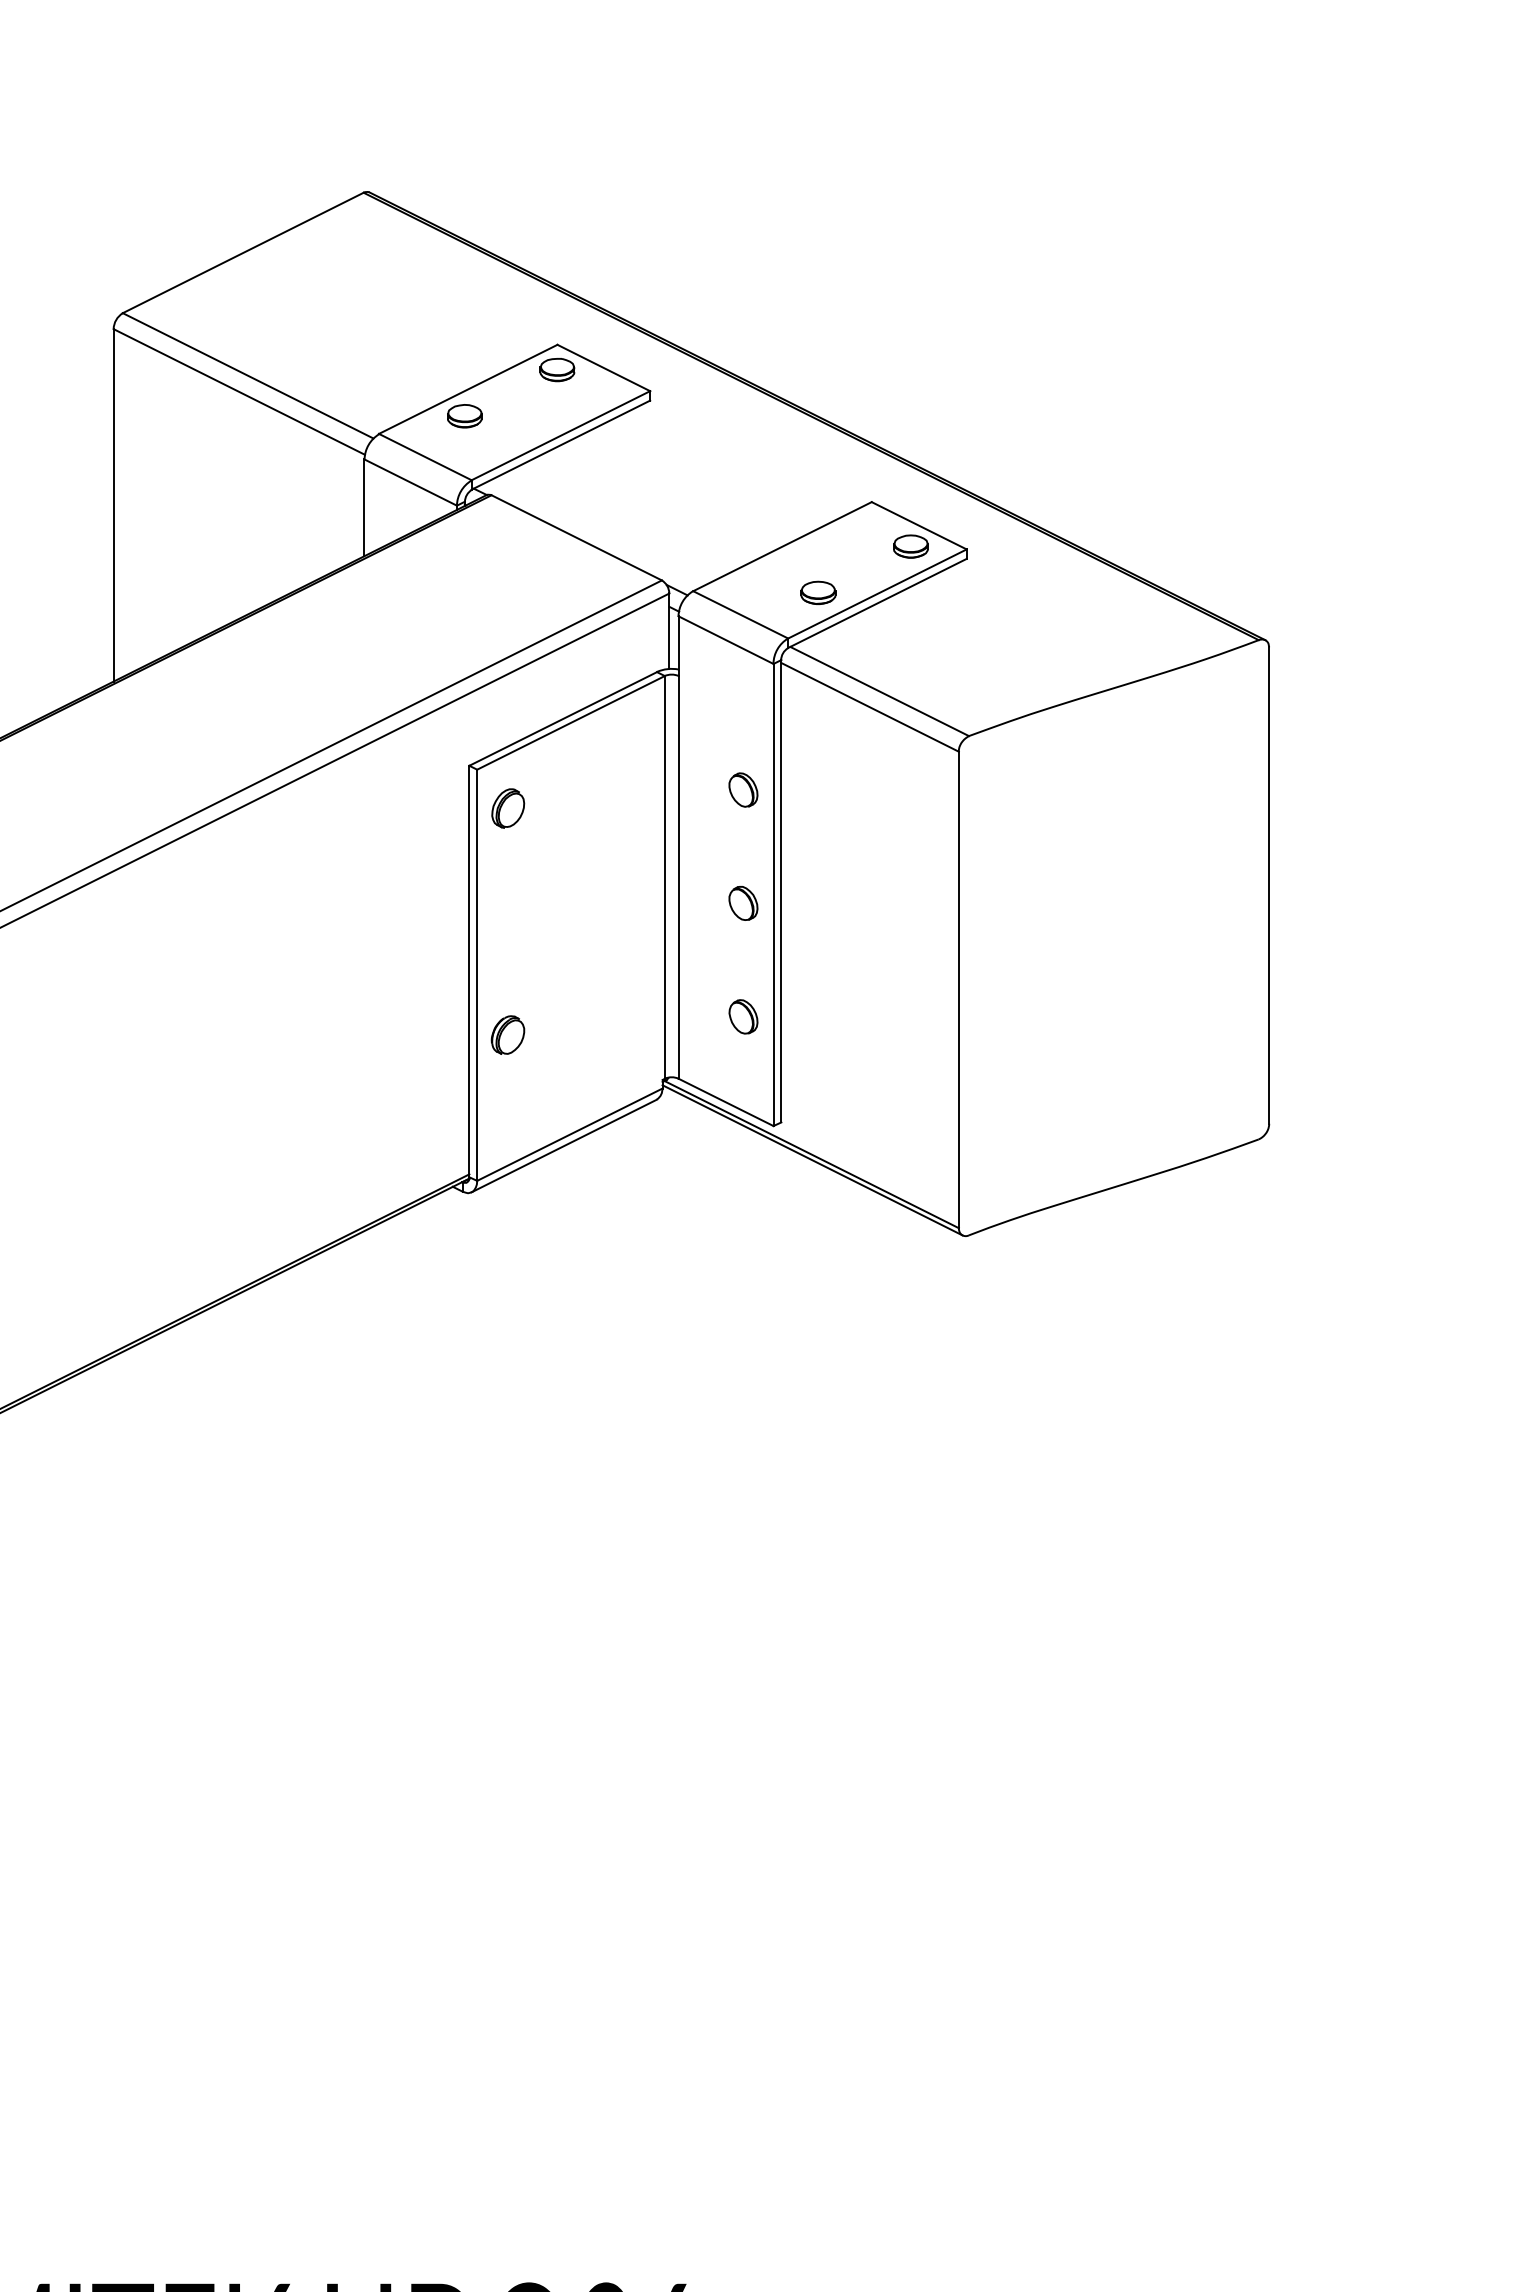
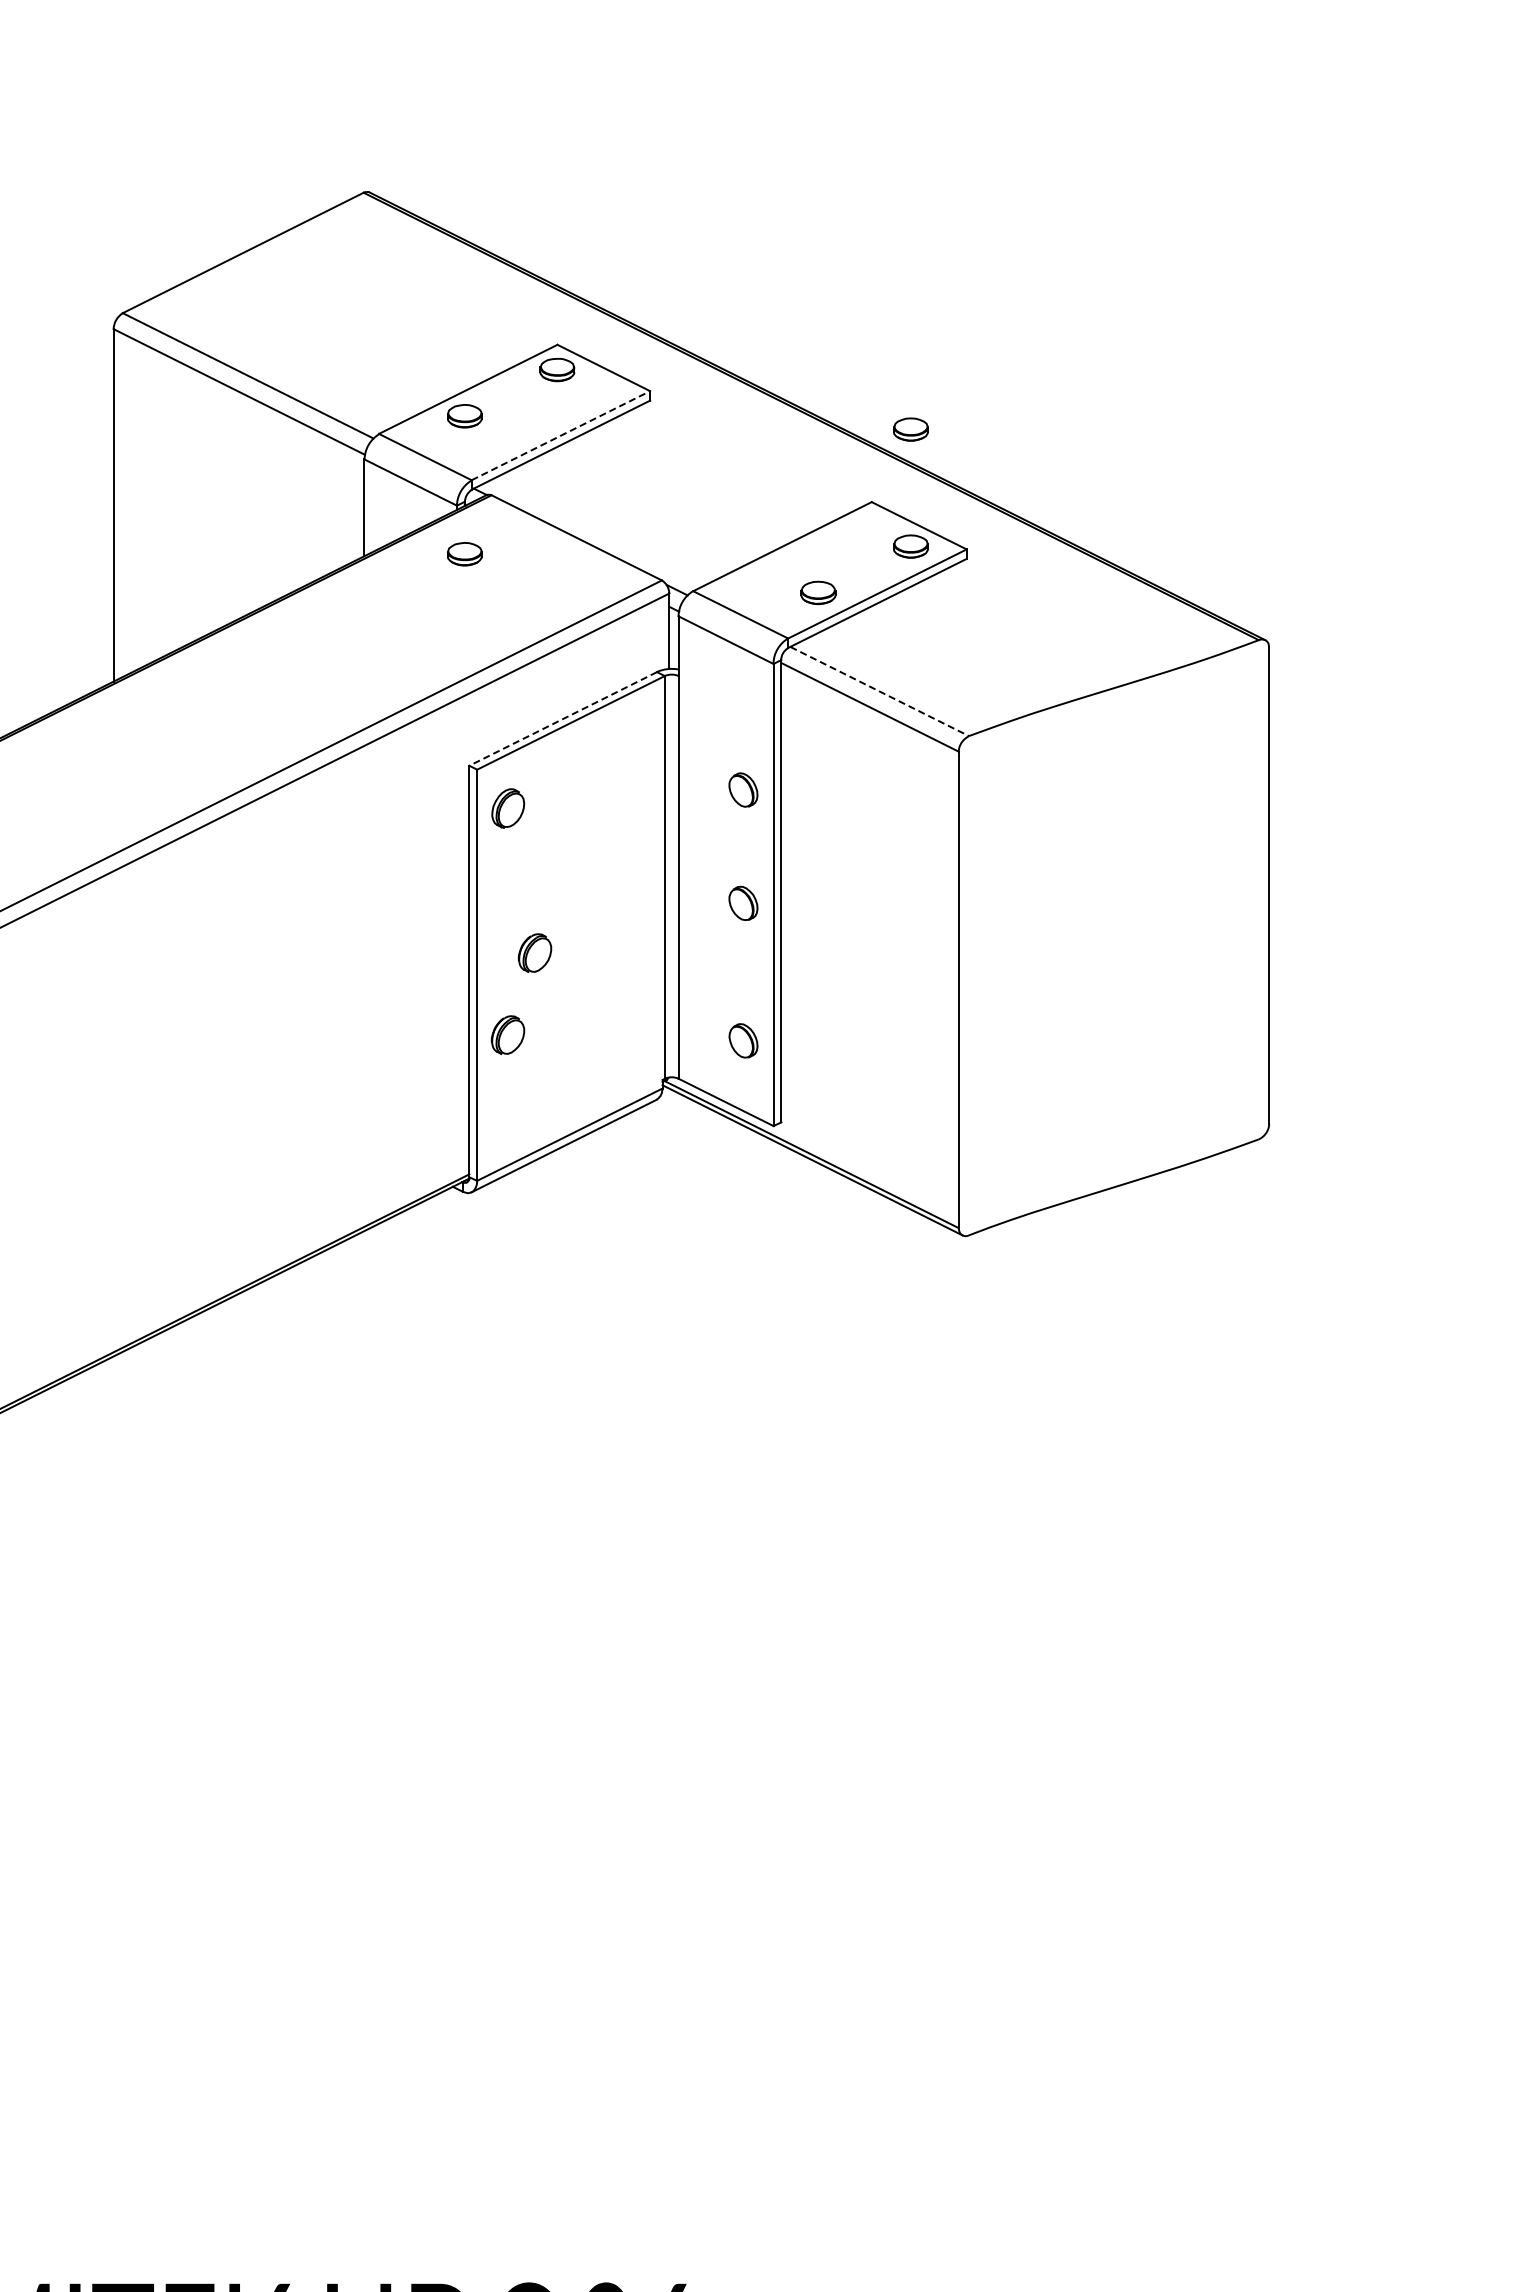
part at (910, 429): none -> present
line at (560, 435): solid -> dashed
part at (464, 554): none -> present
line at (879, 691): solid -> dashed
line at (563, 718): solid -> dashed
part at (534, 952): none -> present
part at (743, 1016) position: (743, 1016) -> (743, 1040)
